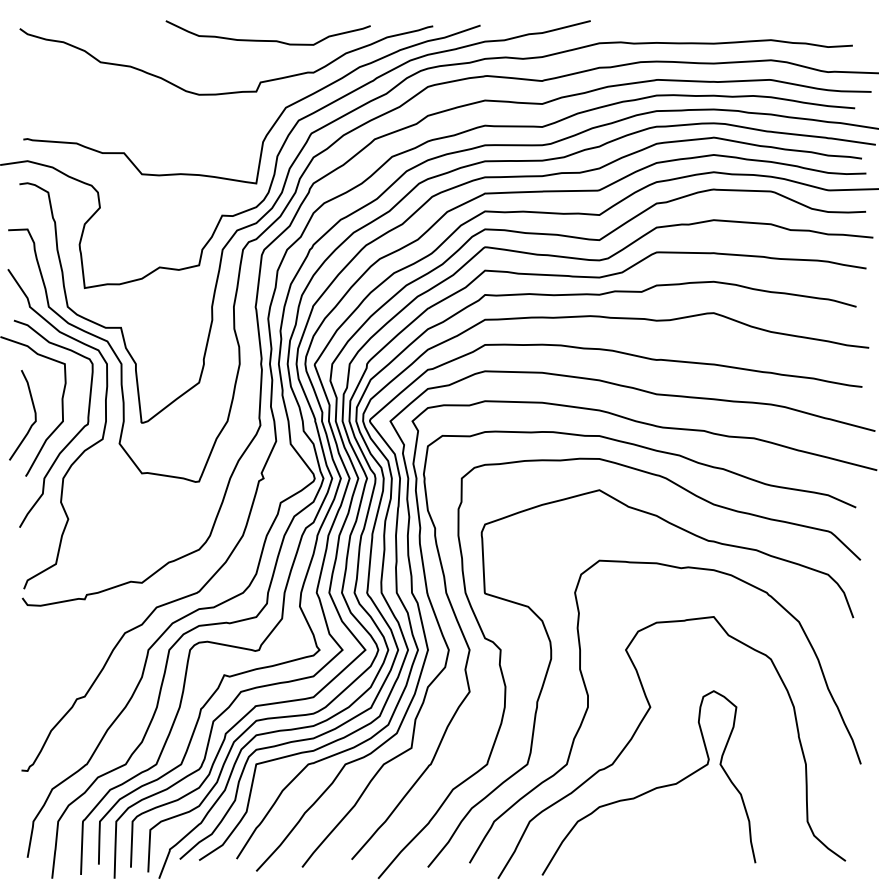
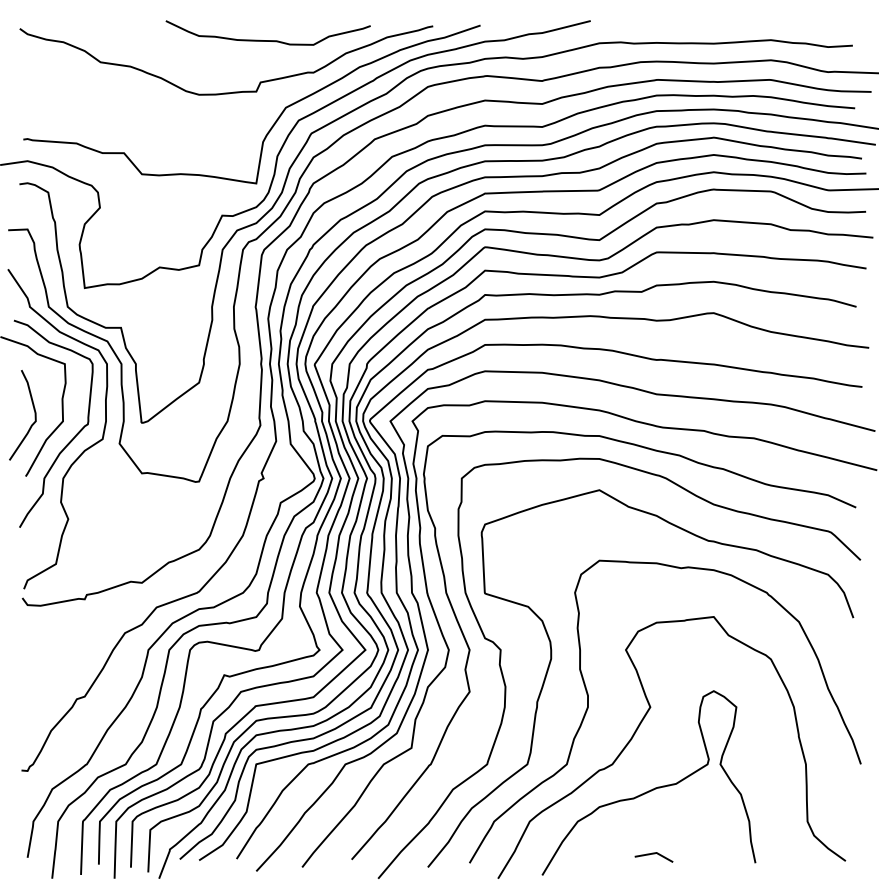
line at (653, 854): none -> present
